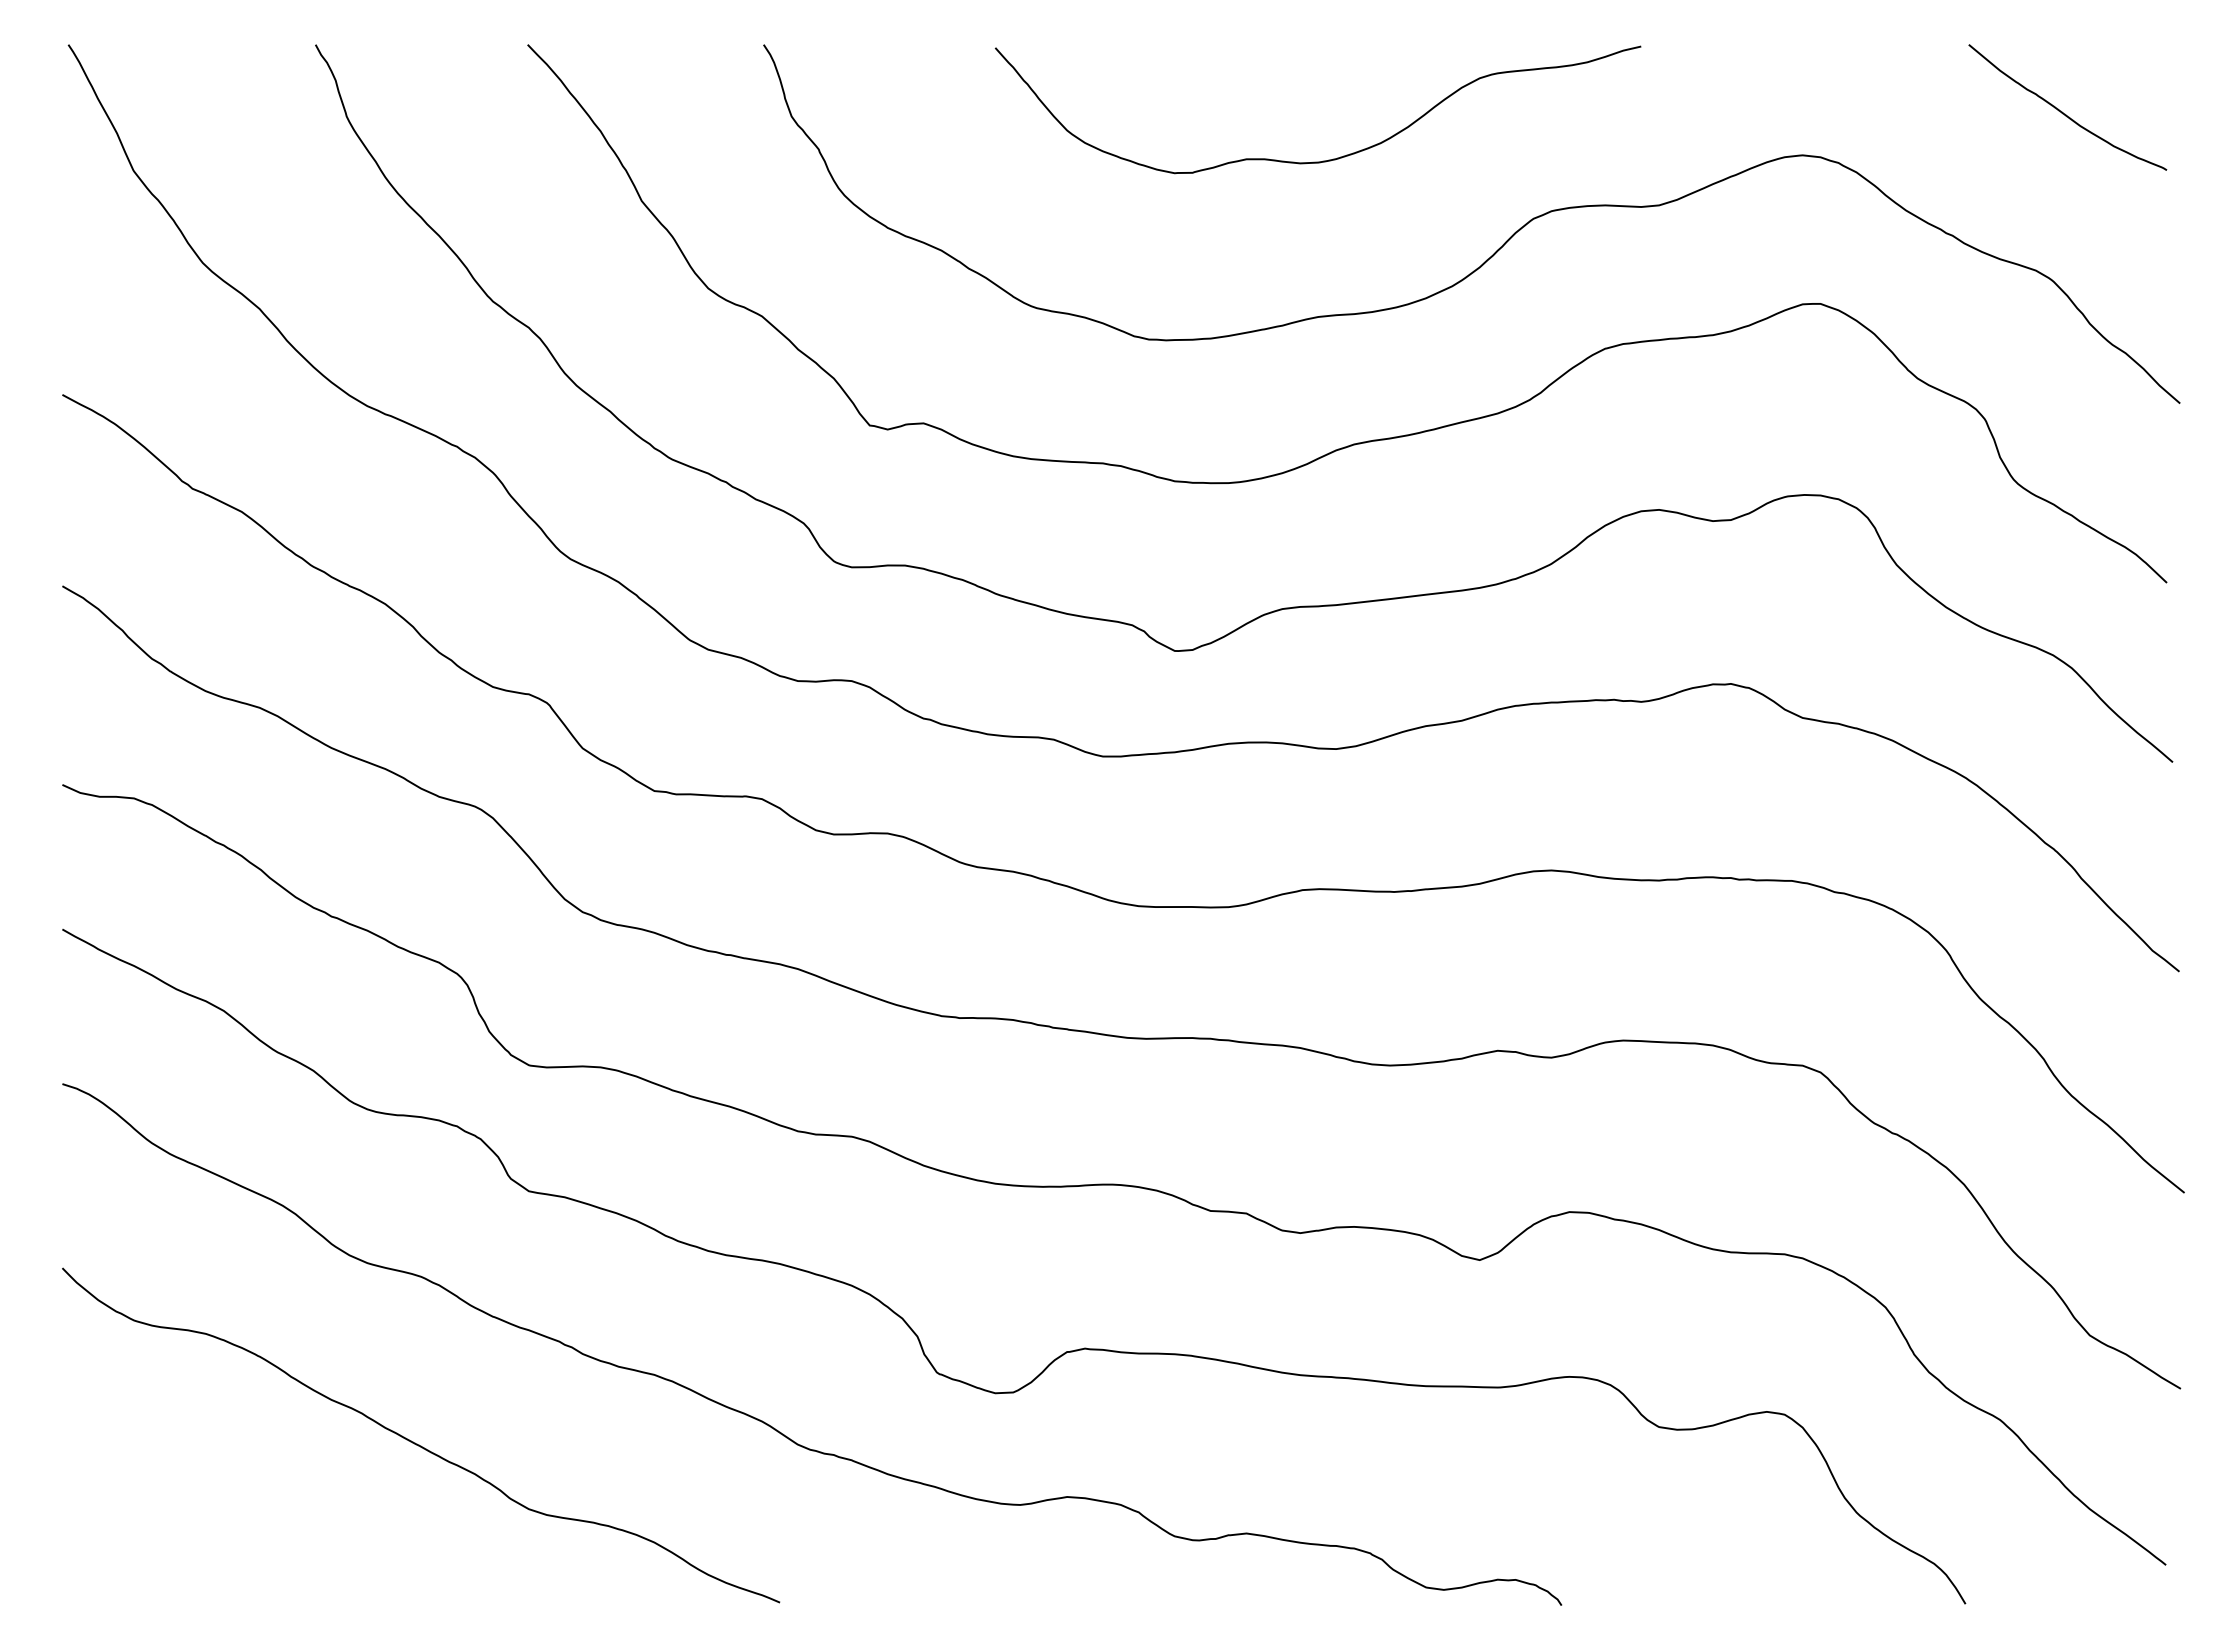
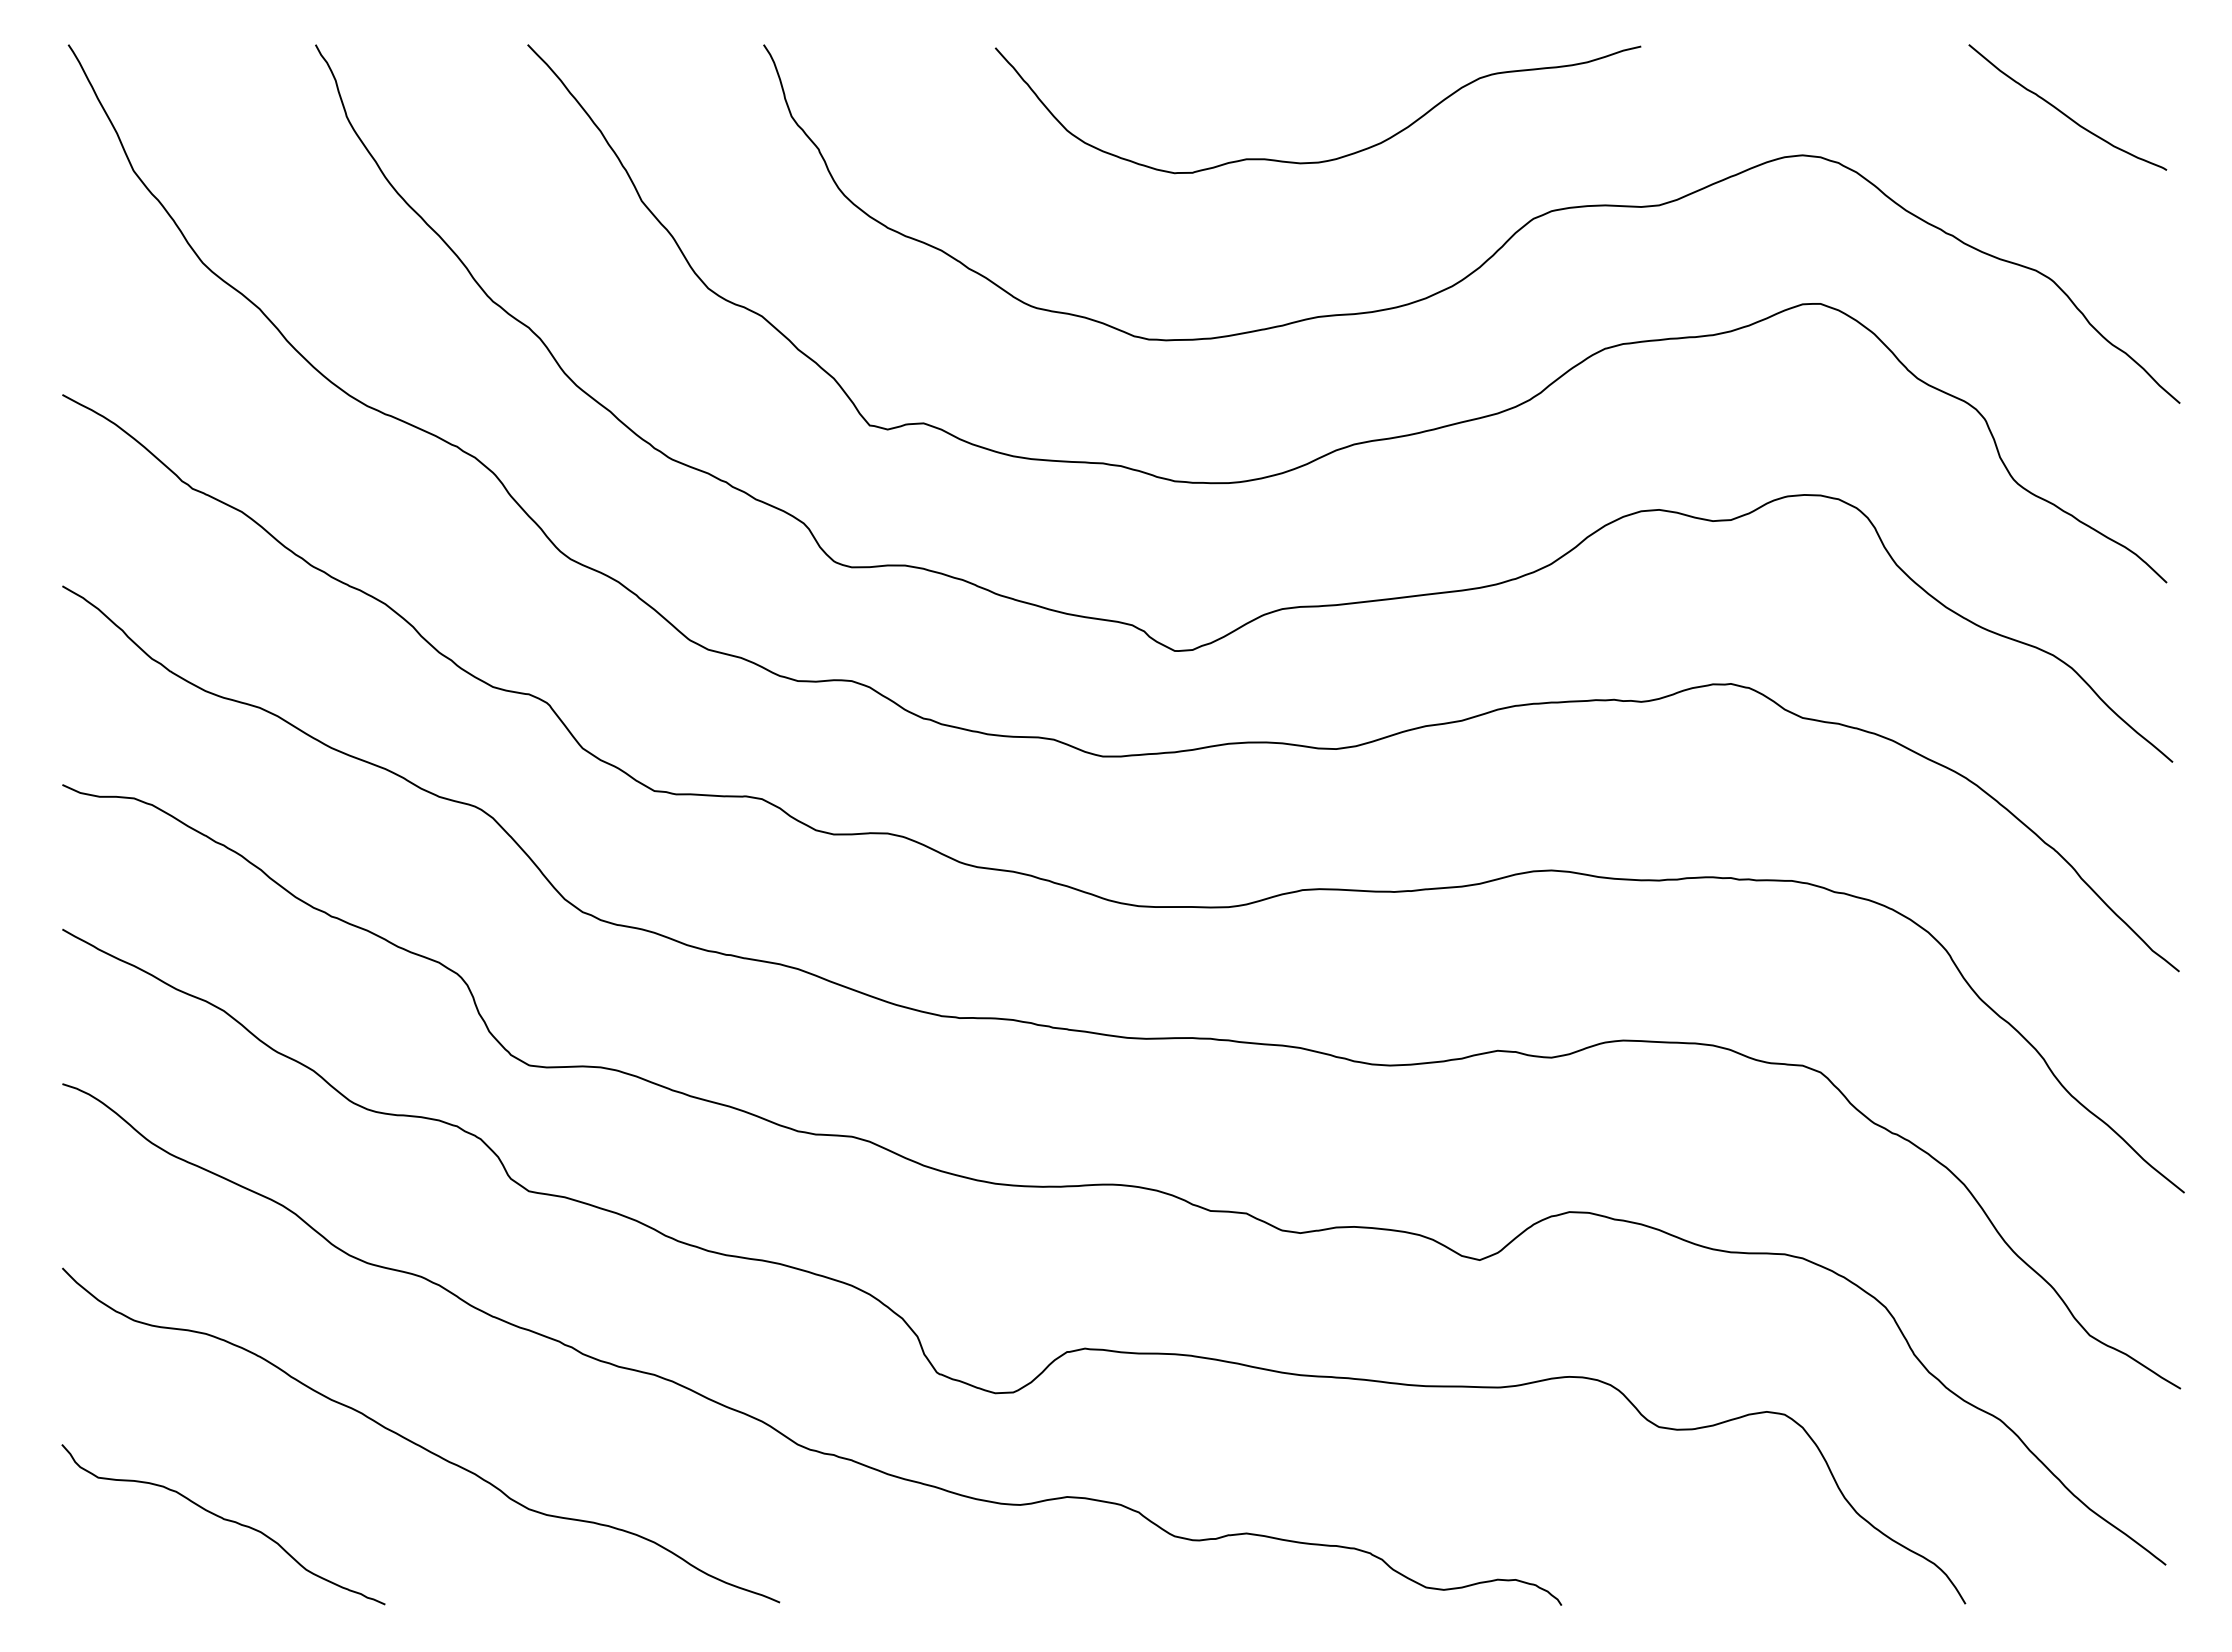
curve at (224, 1520): none -> present
